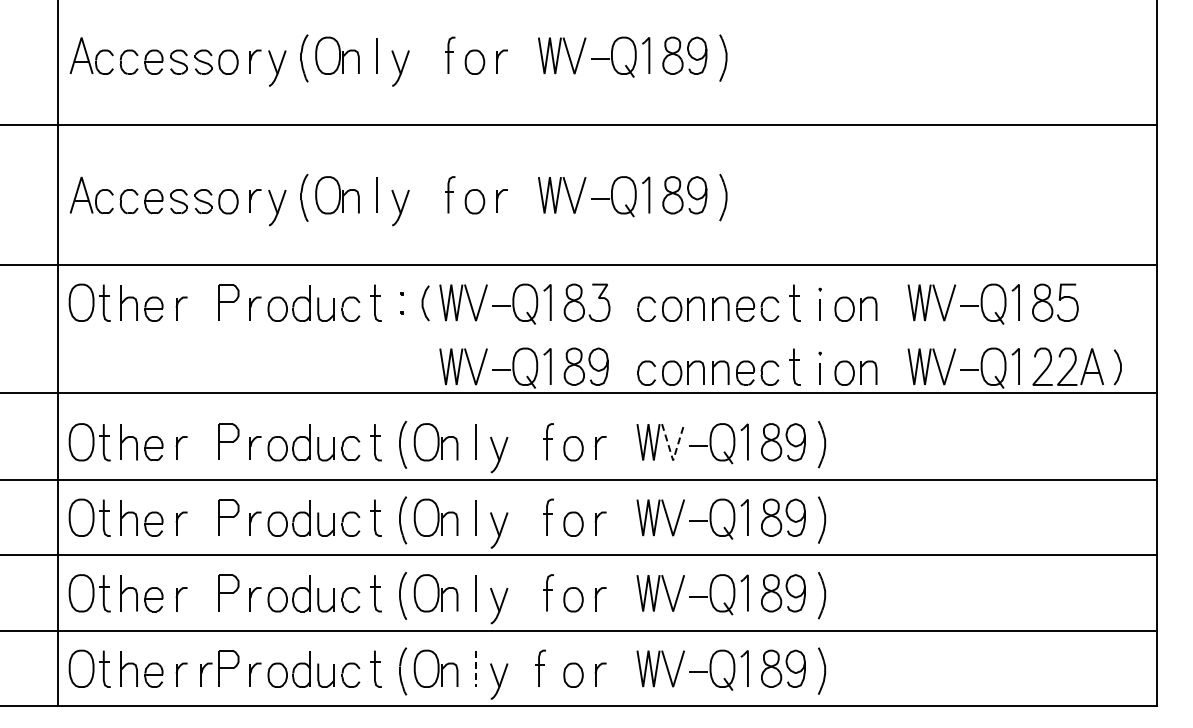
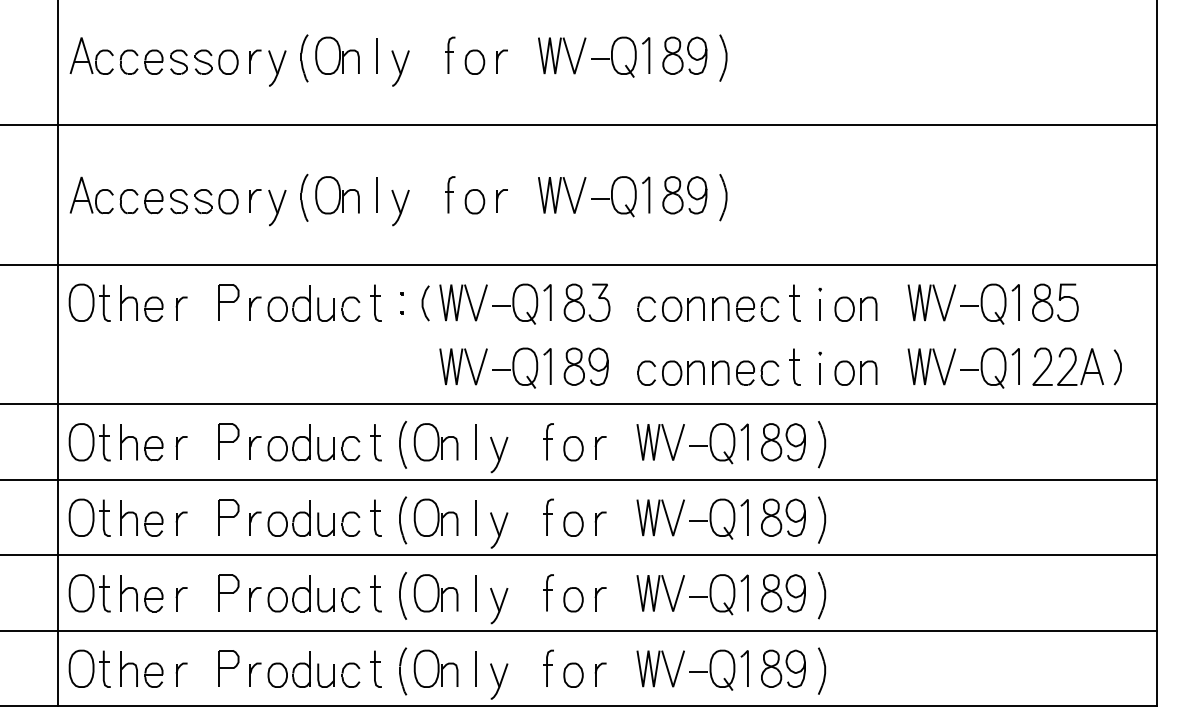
line at (579, 393) position: (579, 393) -> (579, 404)
line at (673, 460): dashed -> solid
part at (540, 667) position: (540, 667) -> (548, 667)
line at (475, 669): dashed -> solid
part at (206, 674): present -> none
